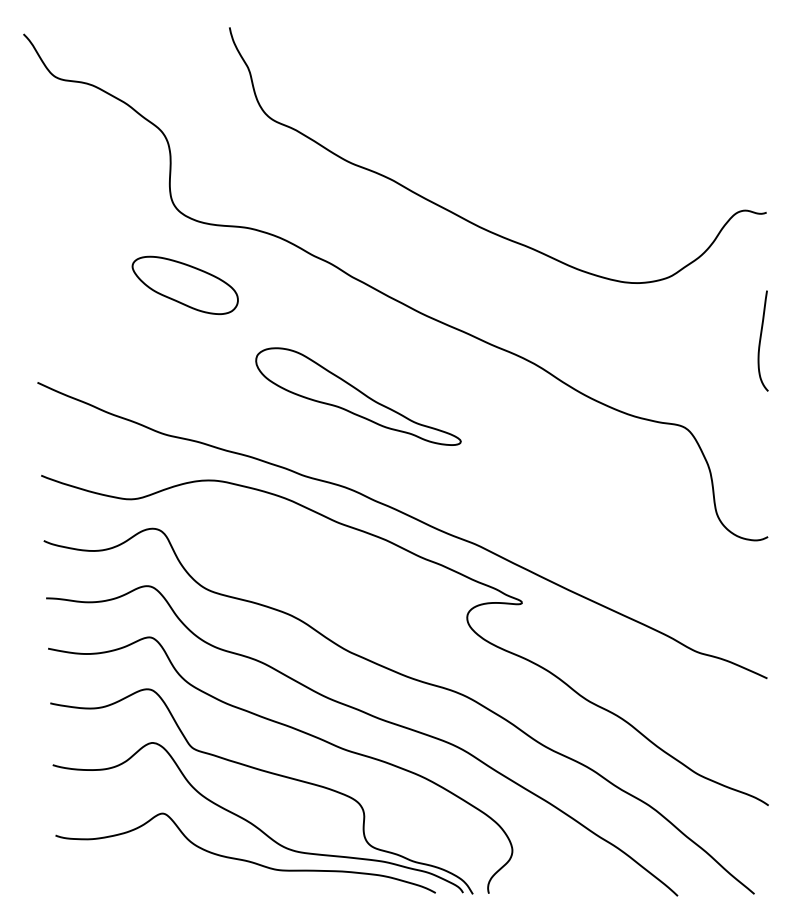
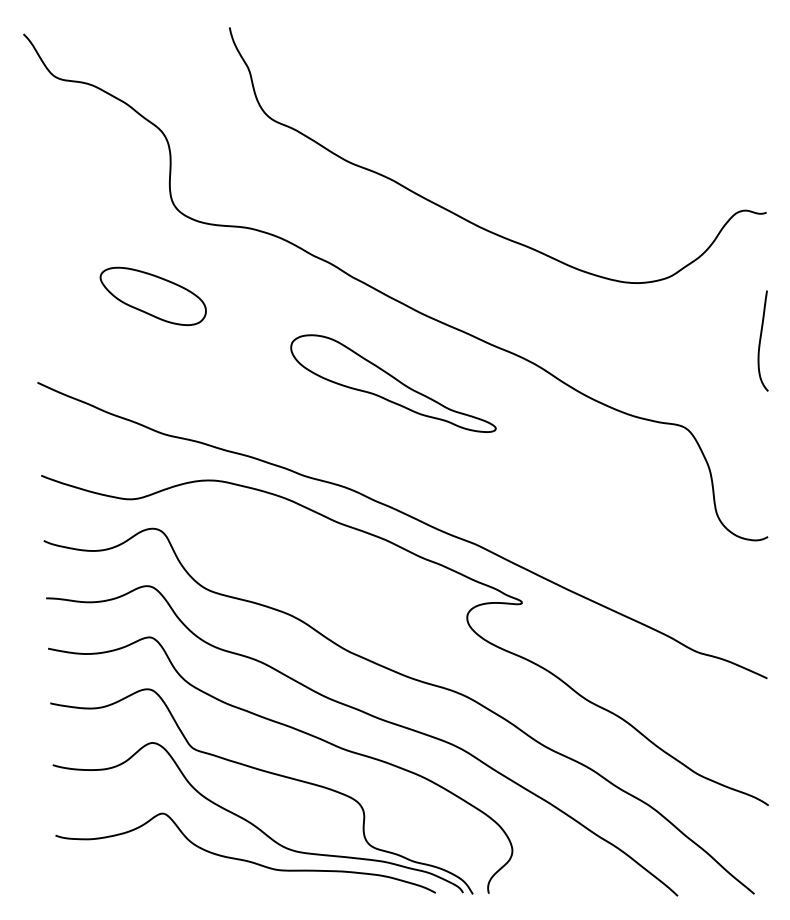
part at (184, 284) position: (184, 284) -> (152, 295)
part at (358, 396) position: (358, 396) -> (393, 383)
